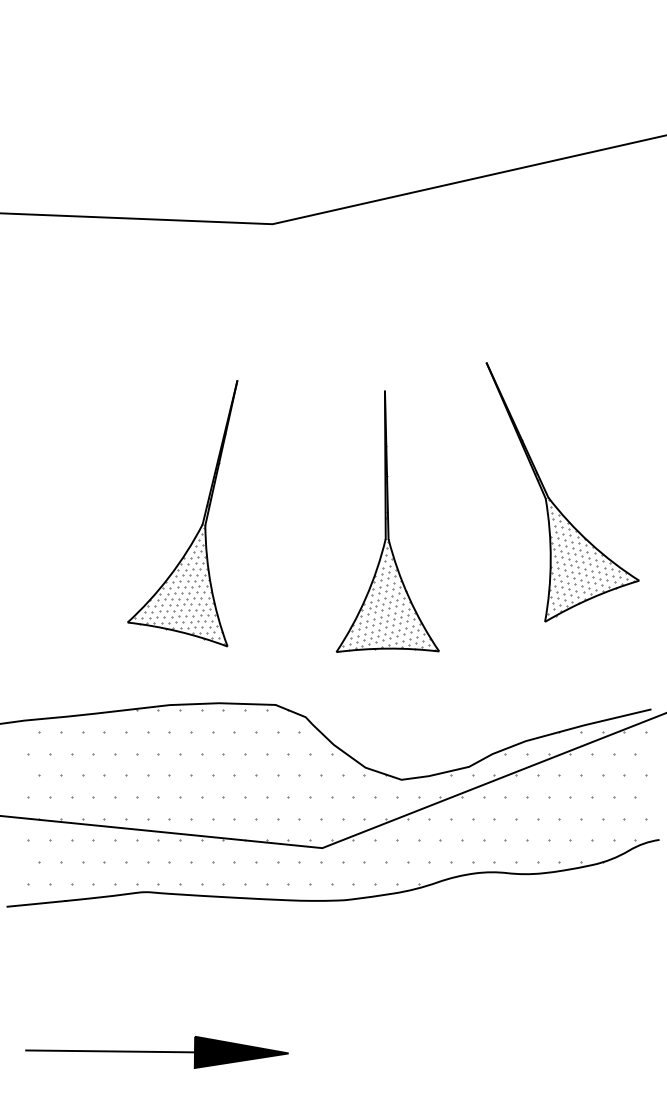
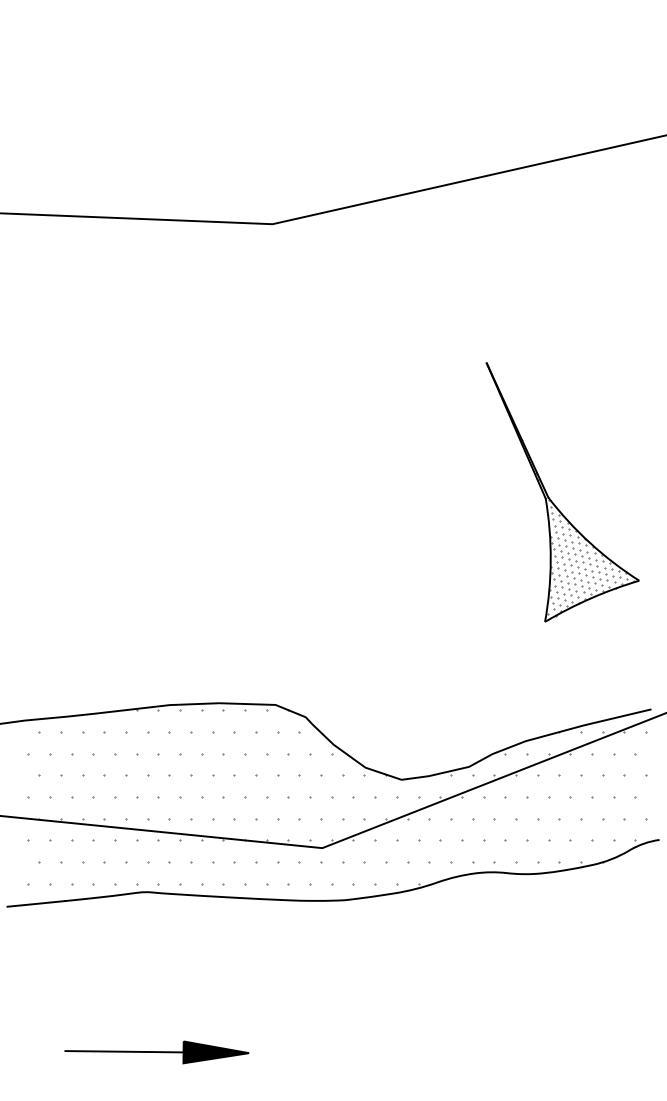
part at (202, 519): present -> none
part at (387, 521): present -> none
part at (156, 1052) size: 264x33 px -> 186x25 px
